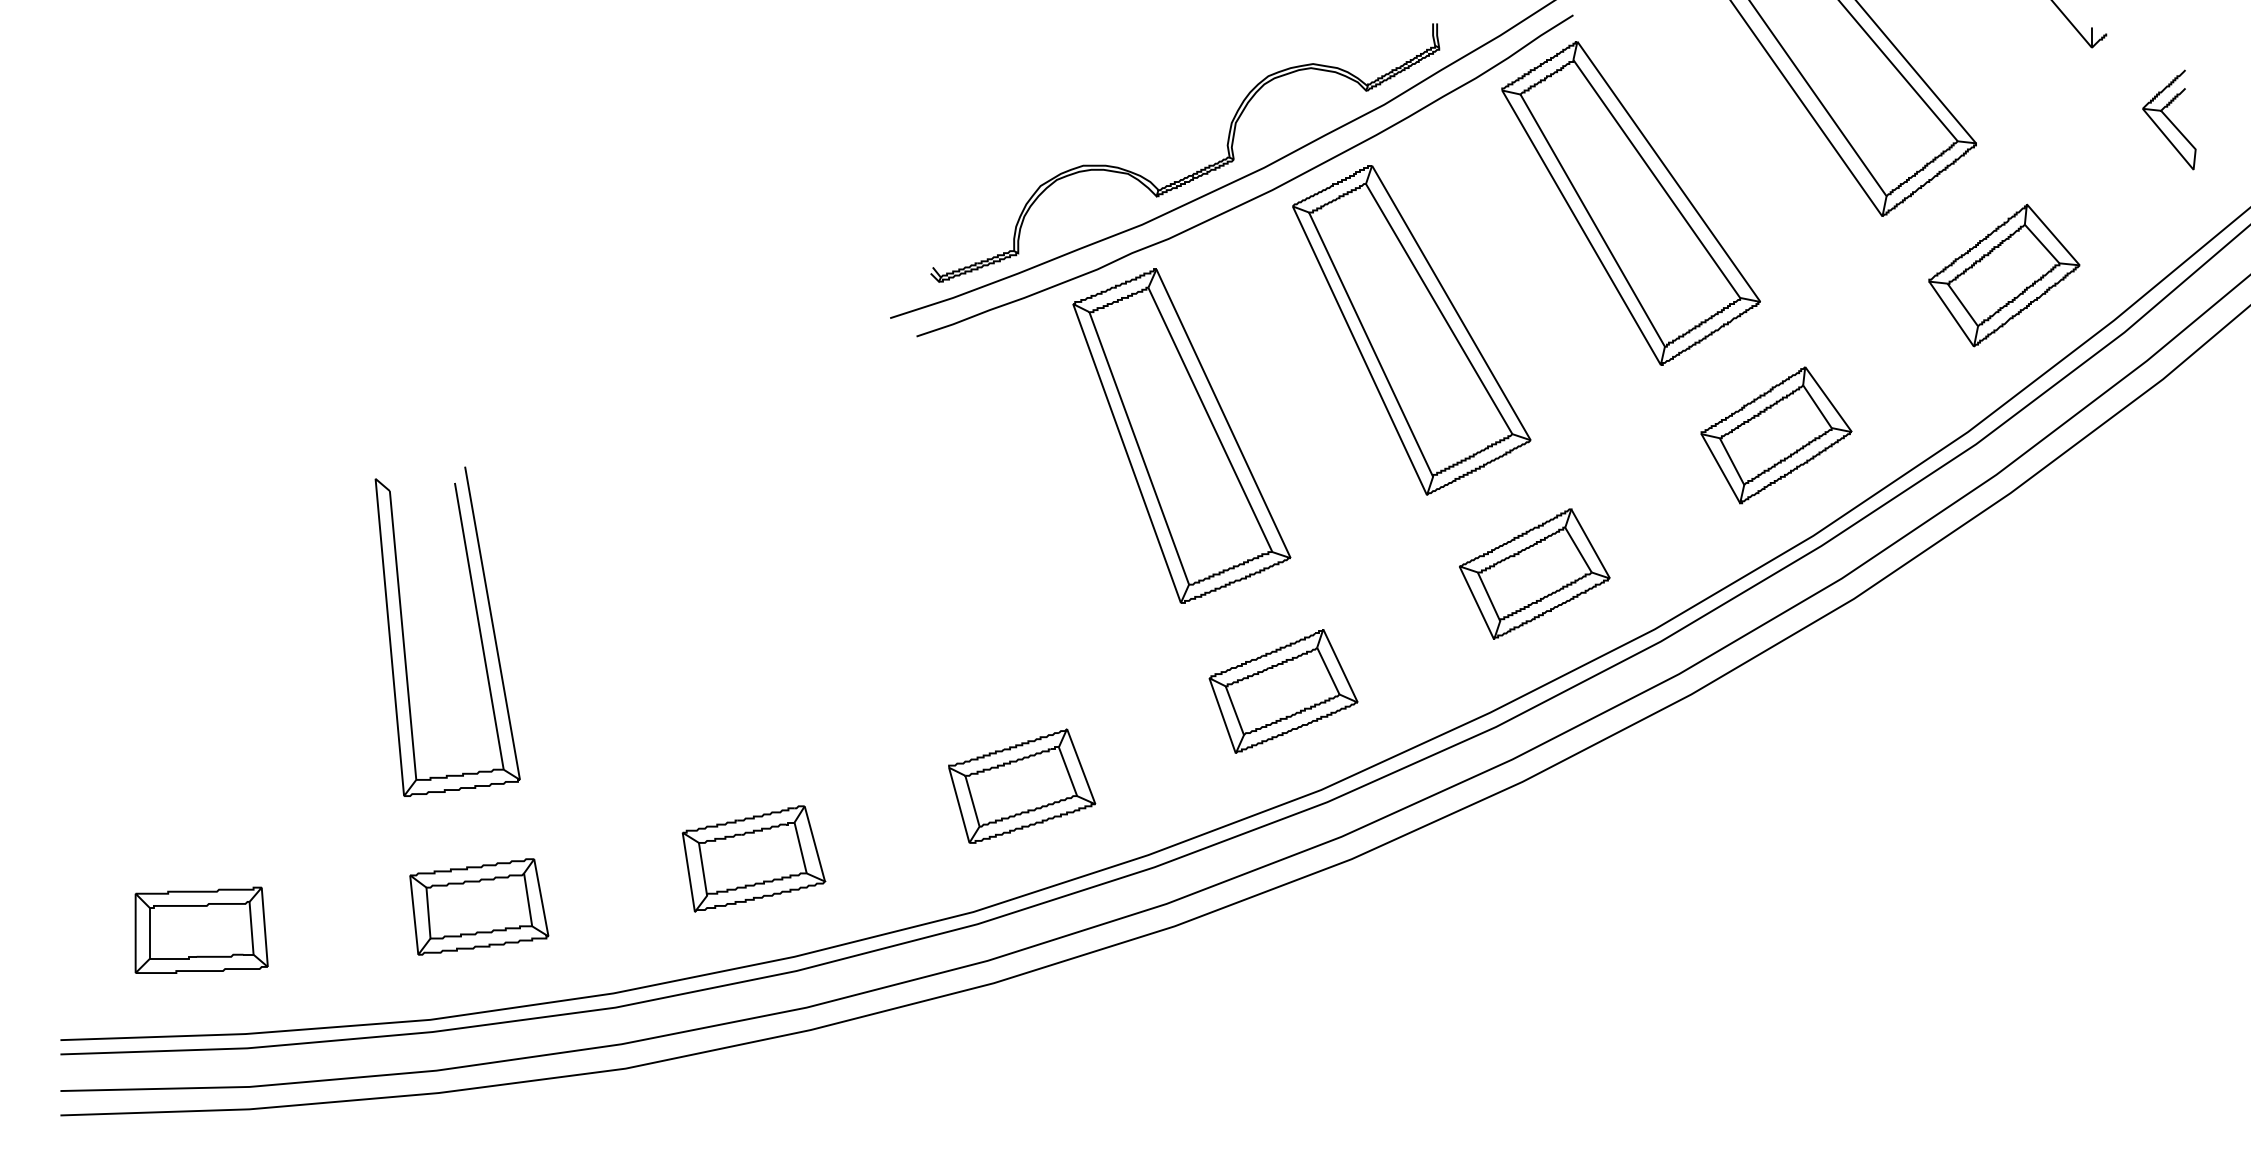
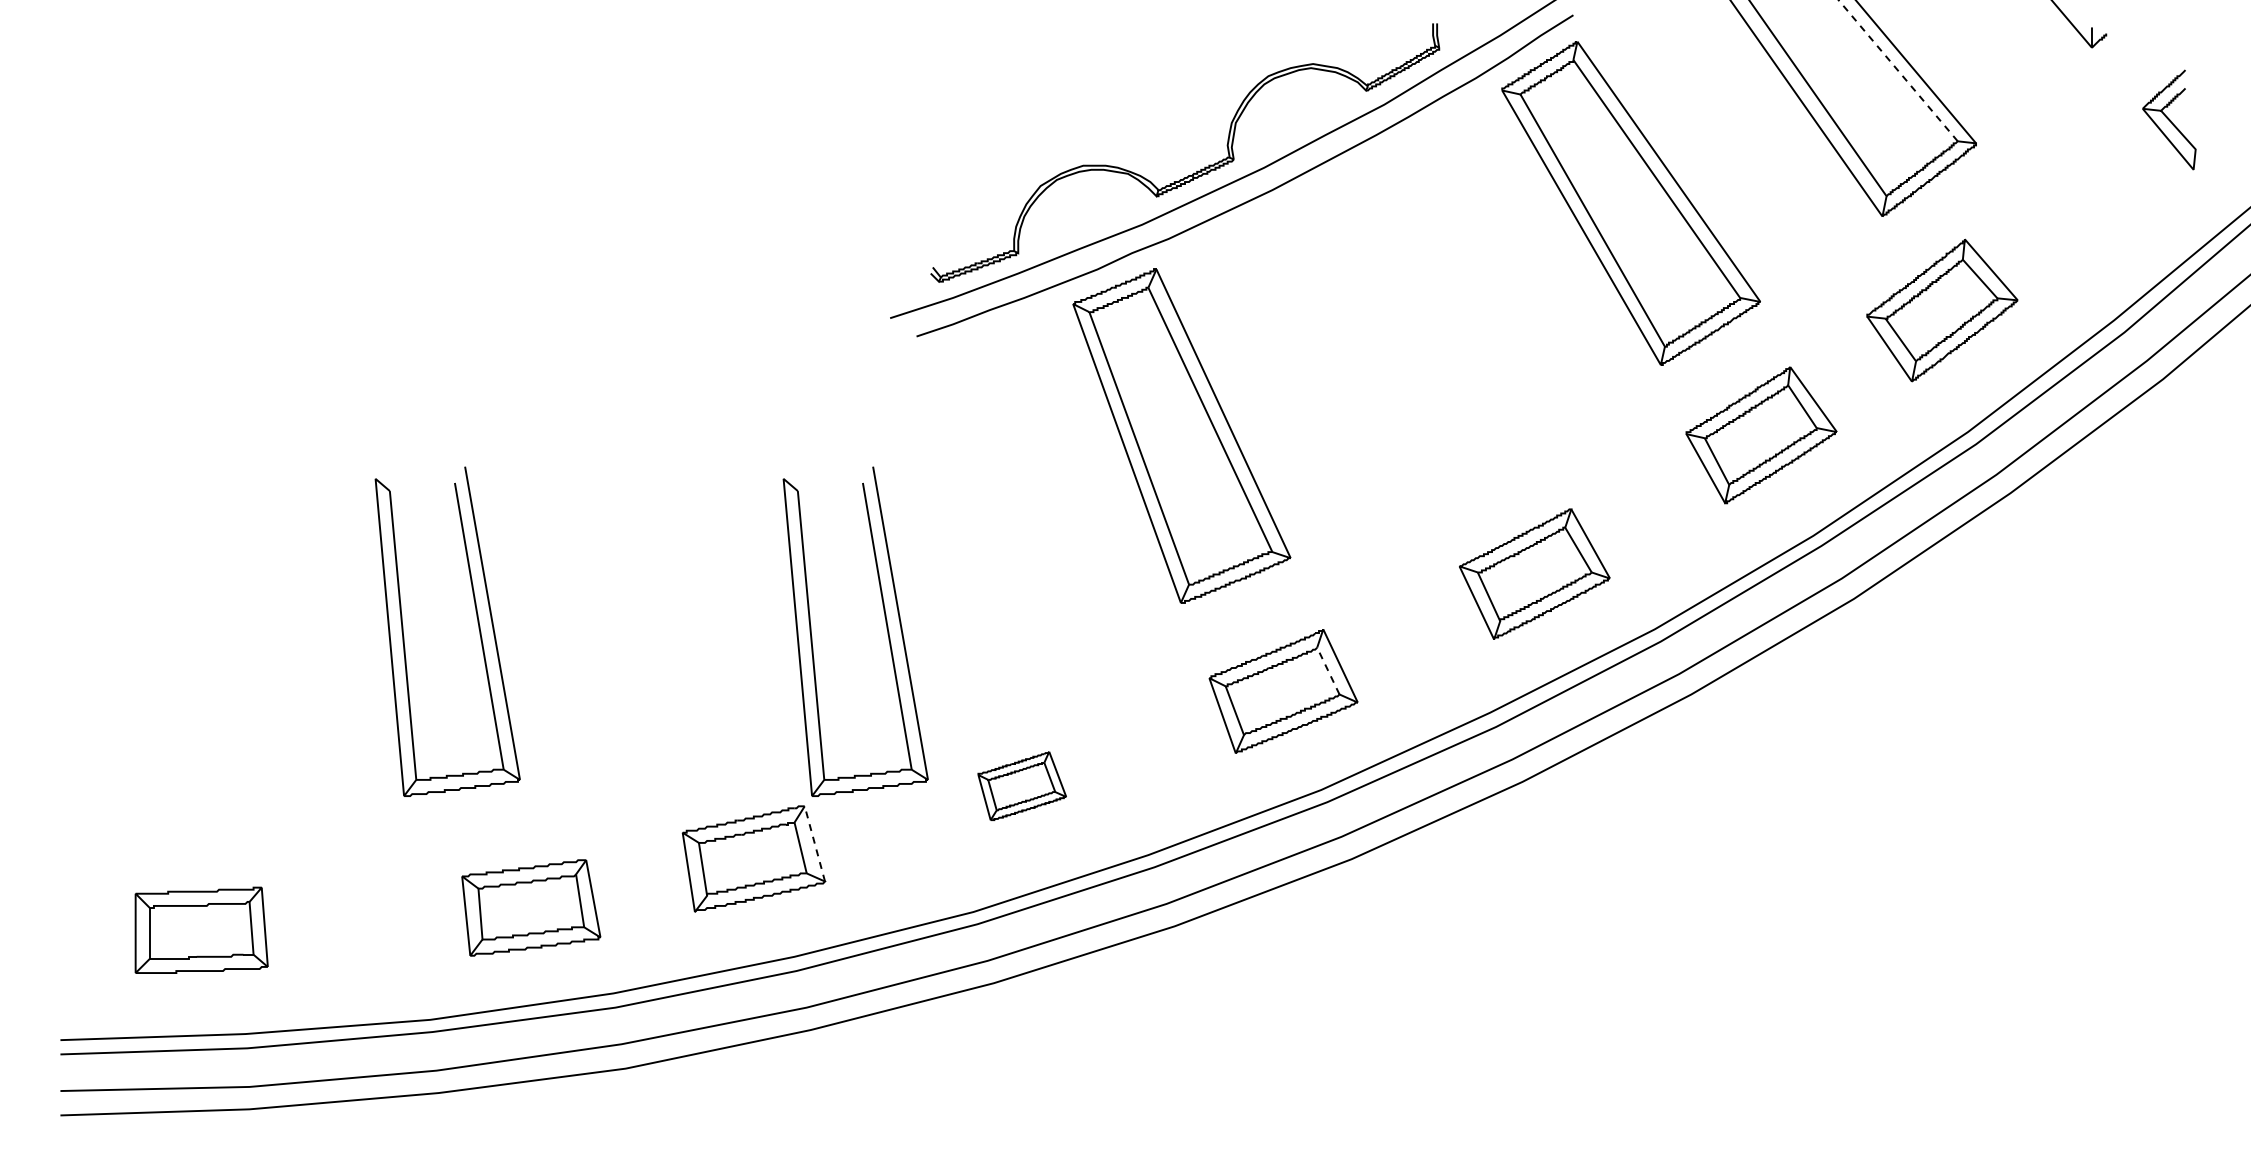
line at (1897, 70): solid -> dashed
part at (2004, 275) position: (2004, 275) -> (1942, 310)
part at (1411, 330): present -> none
part at (1776, 435) position: (1776, 435) -> (1761, 435)
part at (885, 623): none -> present
line at (1328, 671): solid -> dashed
part at (1022, 785) size: 149x116 px -> 90x70 px
line at (814, 843): solid -> dashed
part at (479, 906) position: (479, 906) -> (531, 907)
